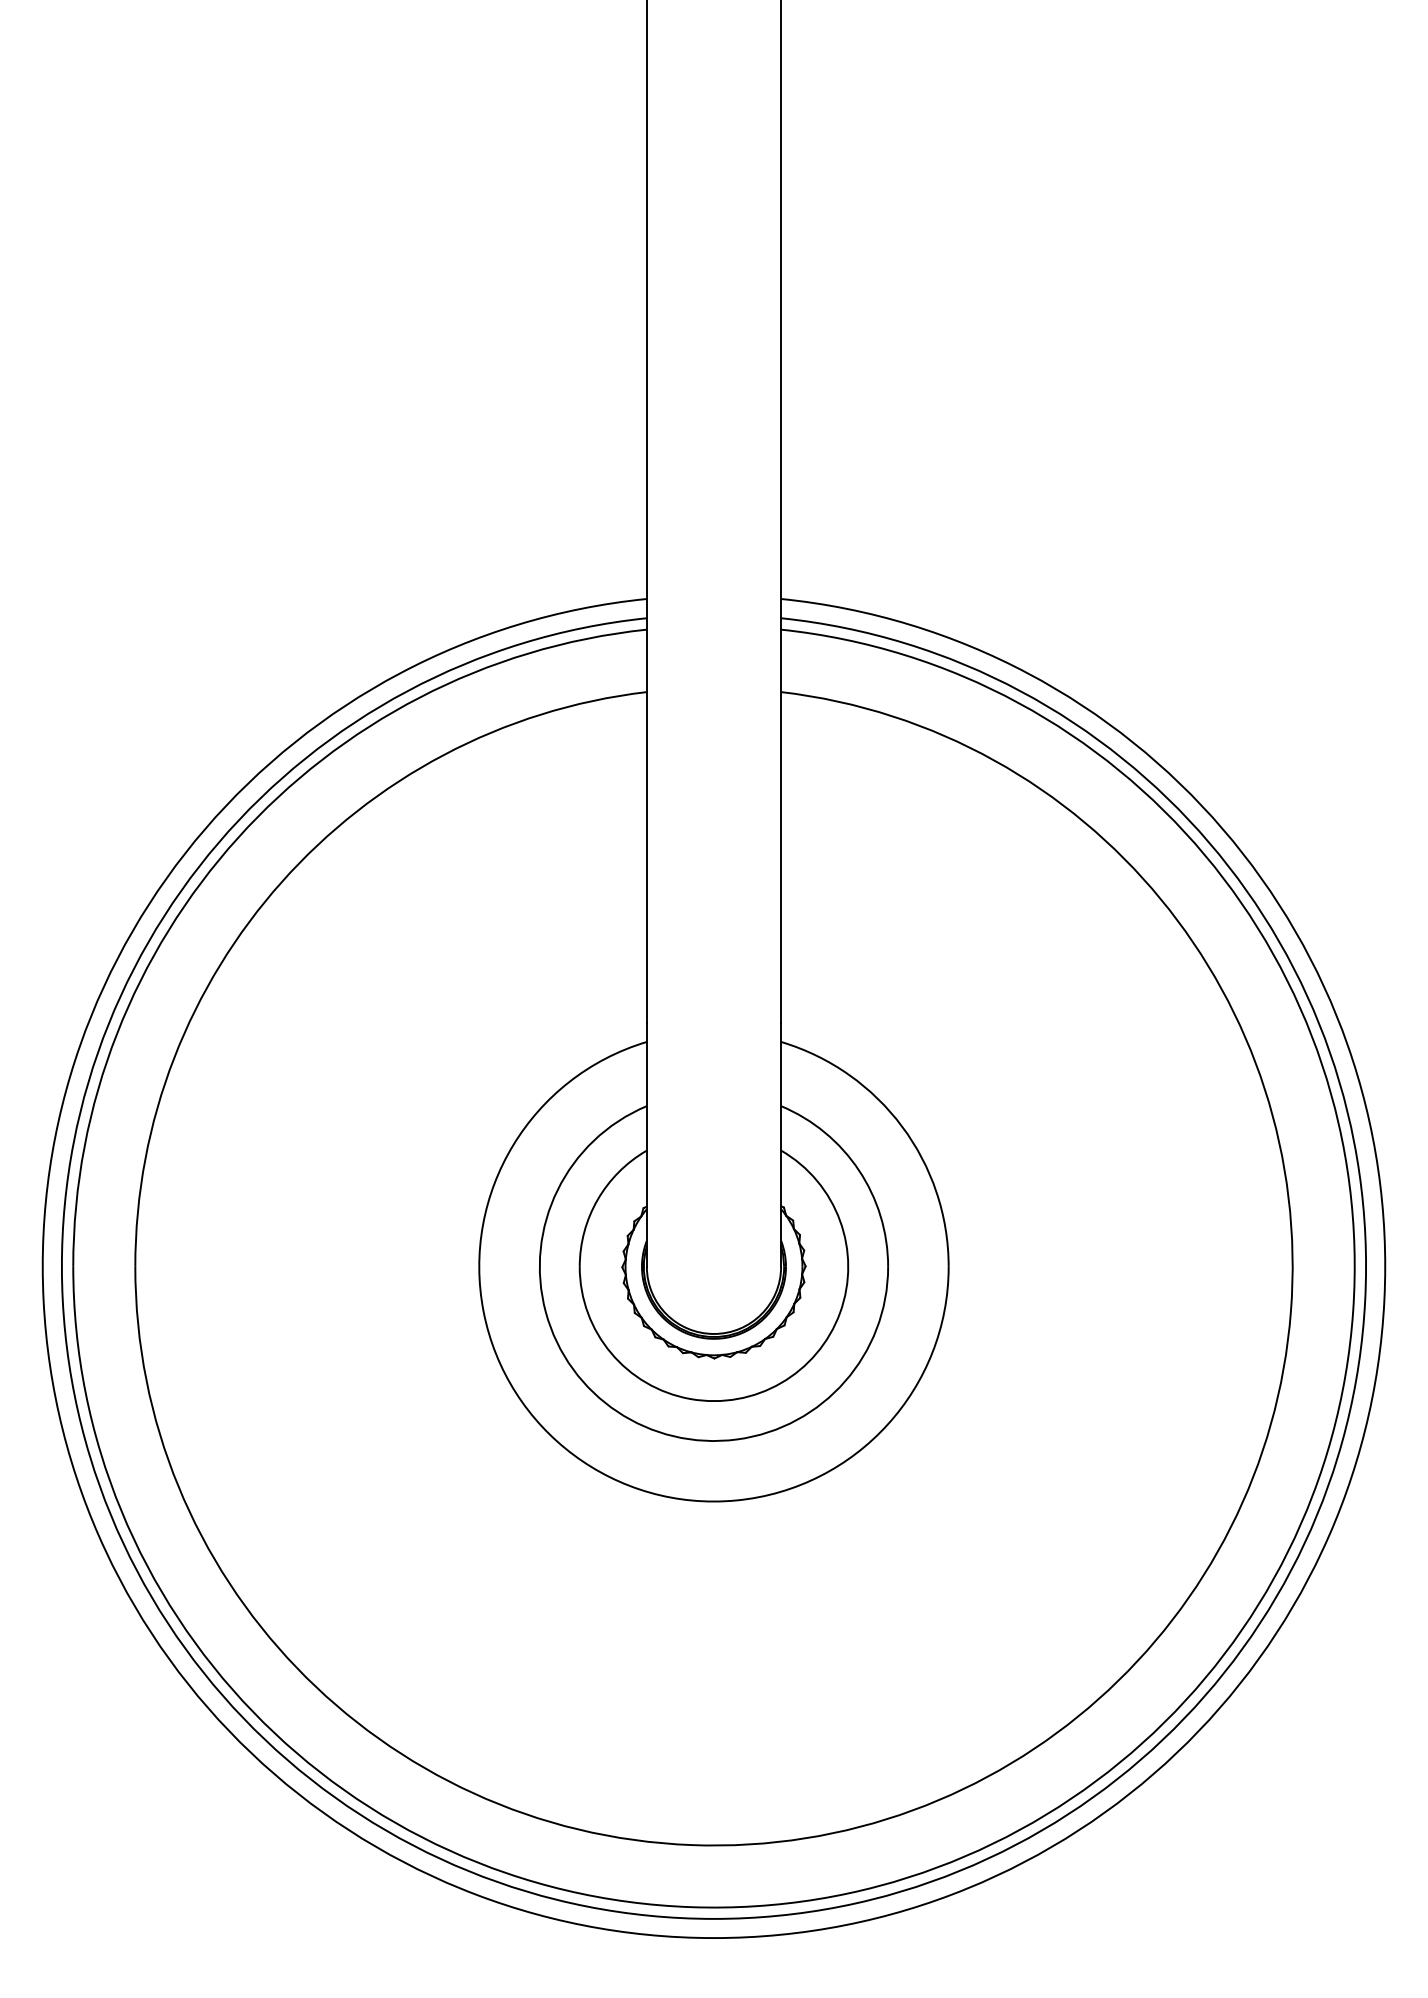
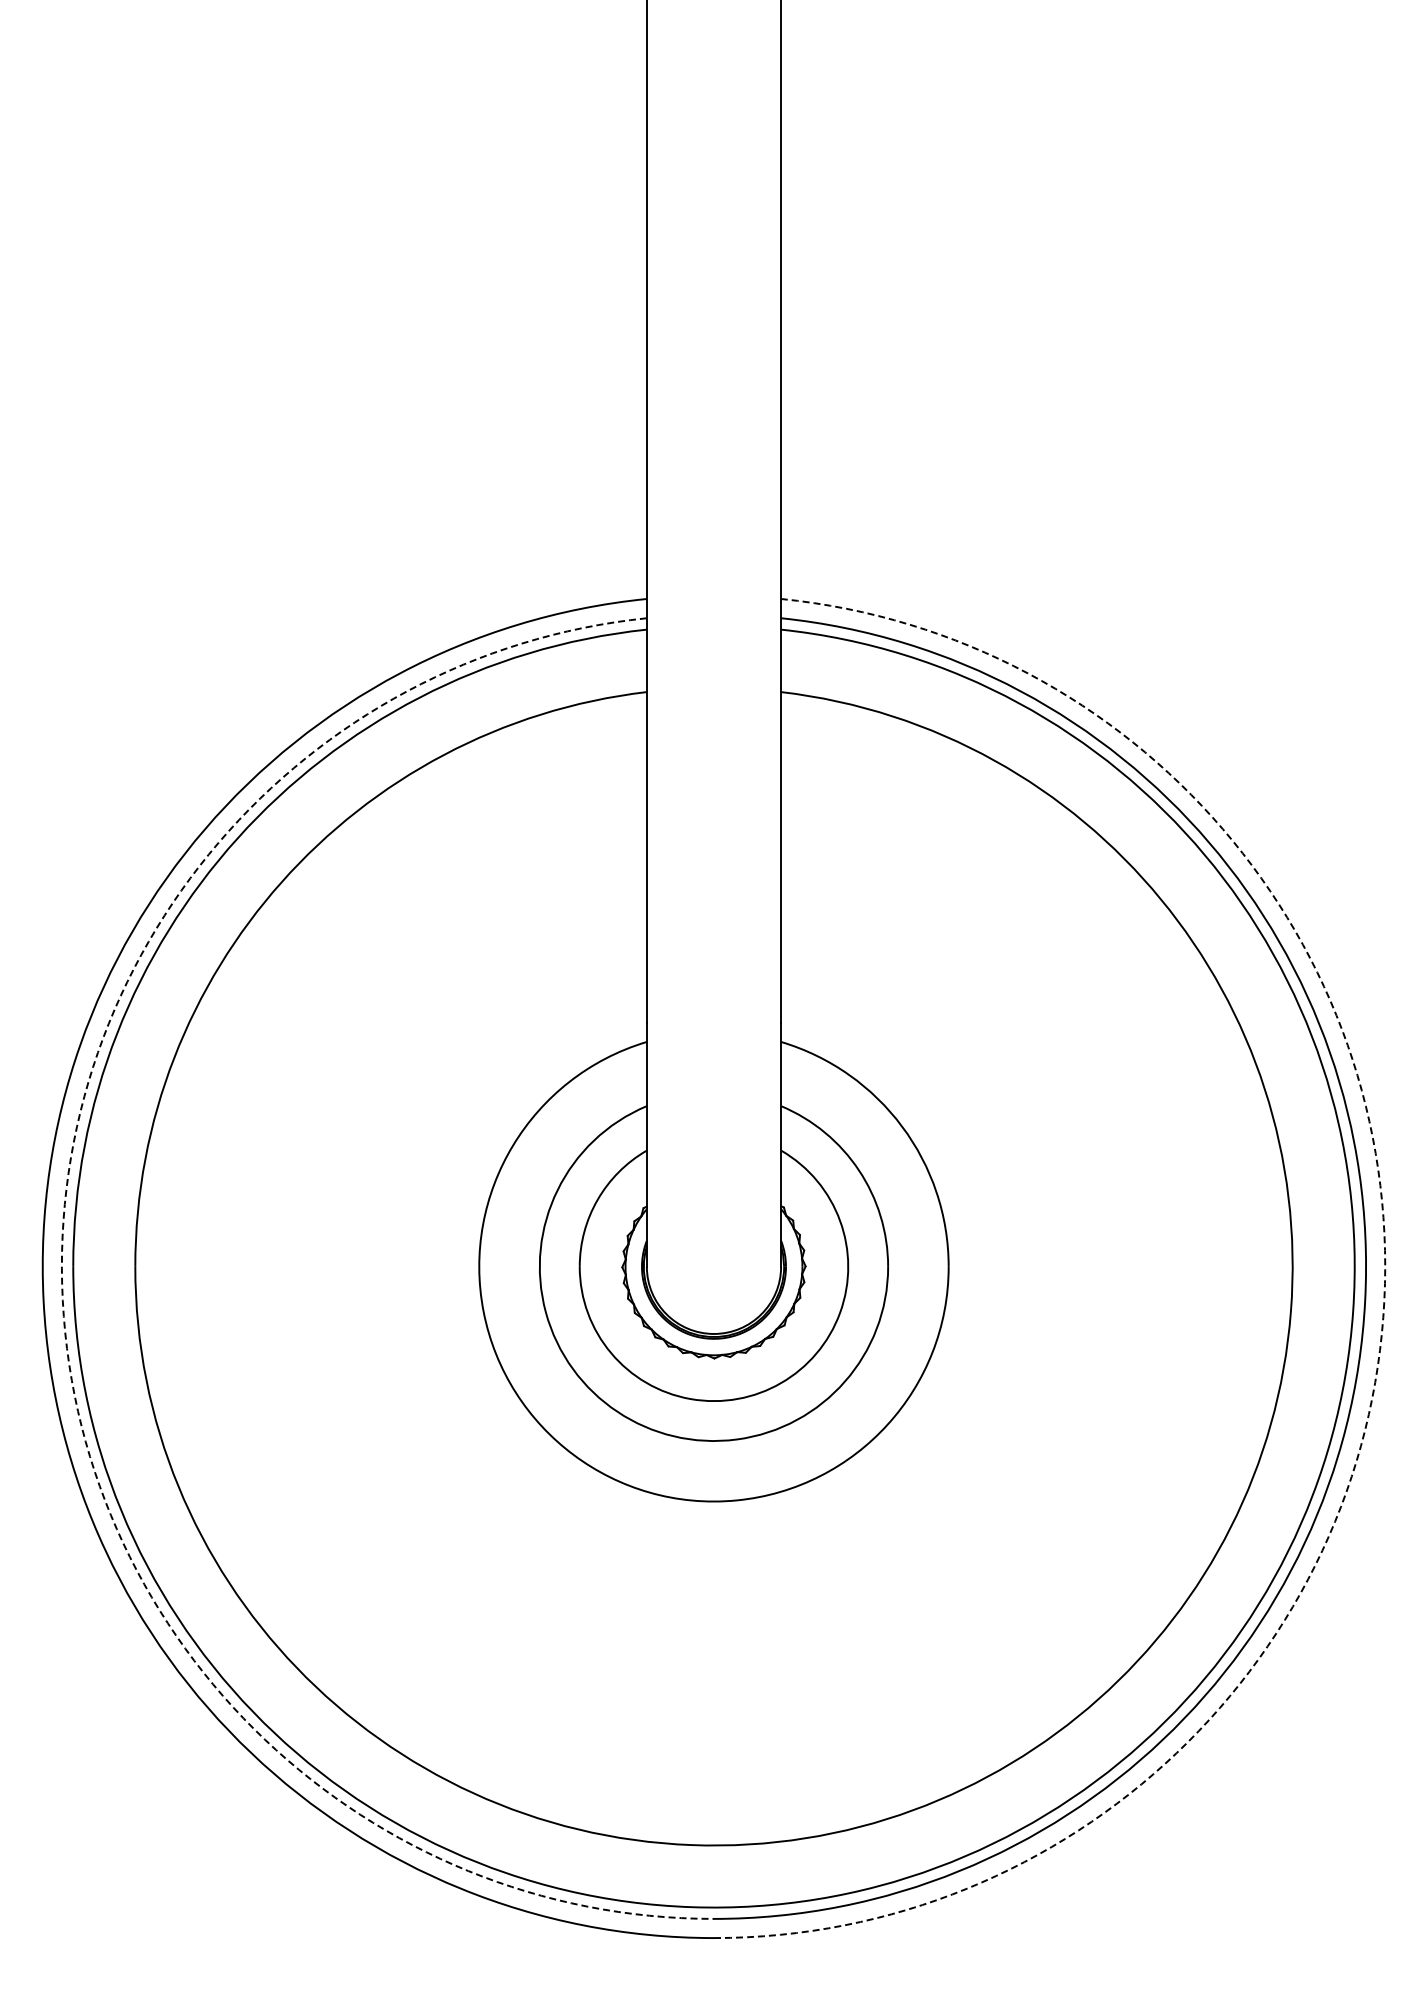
arc at (62, 1300): solid -> dashed
arc at (1384, 1300): solid -> dashed
